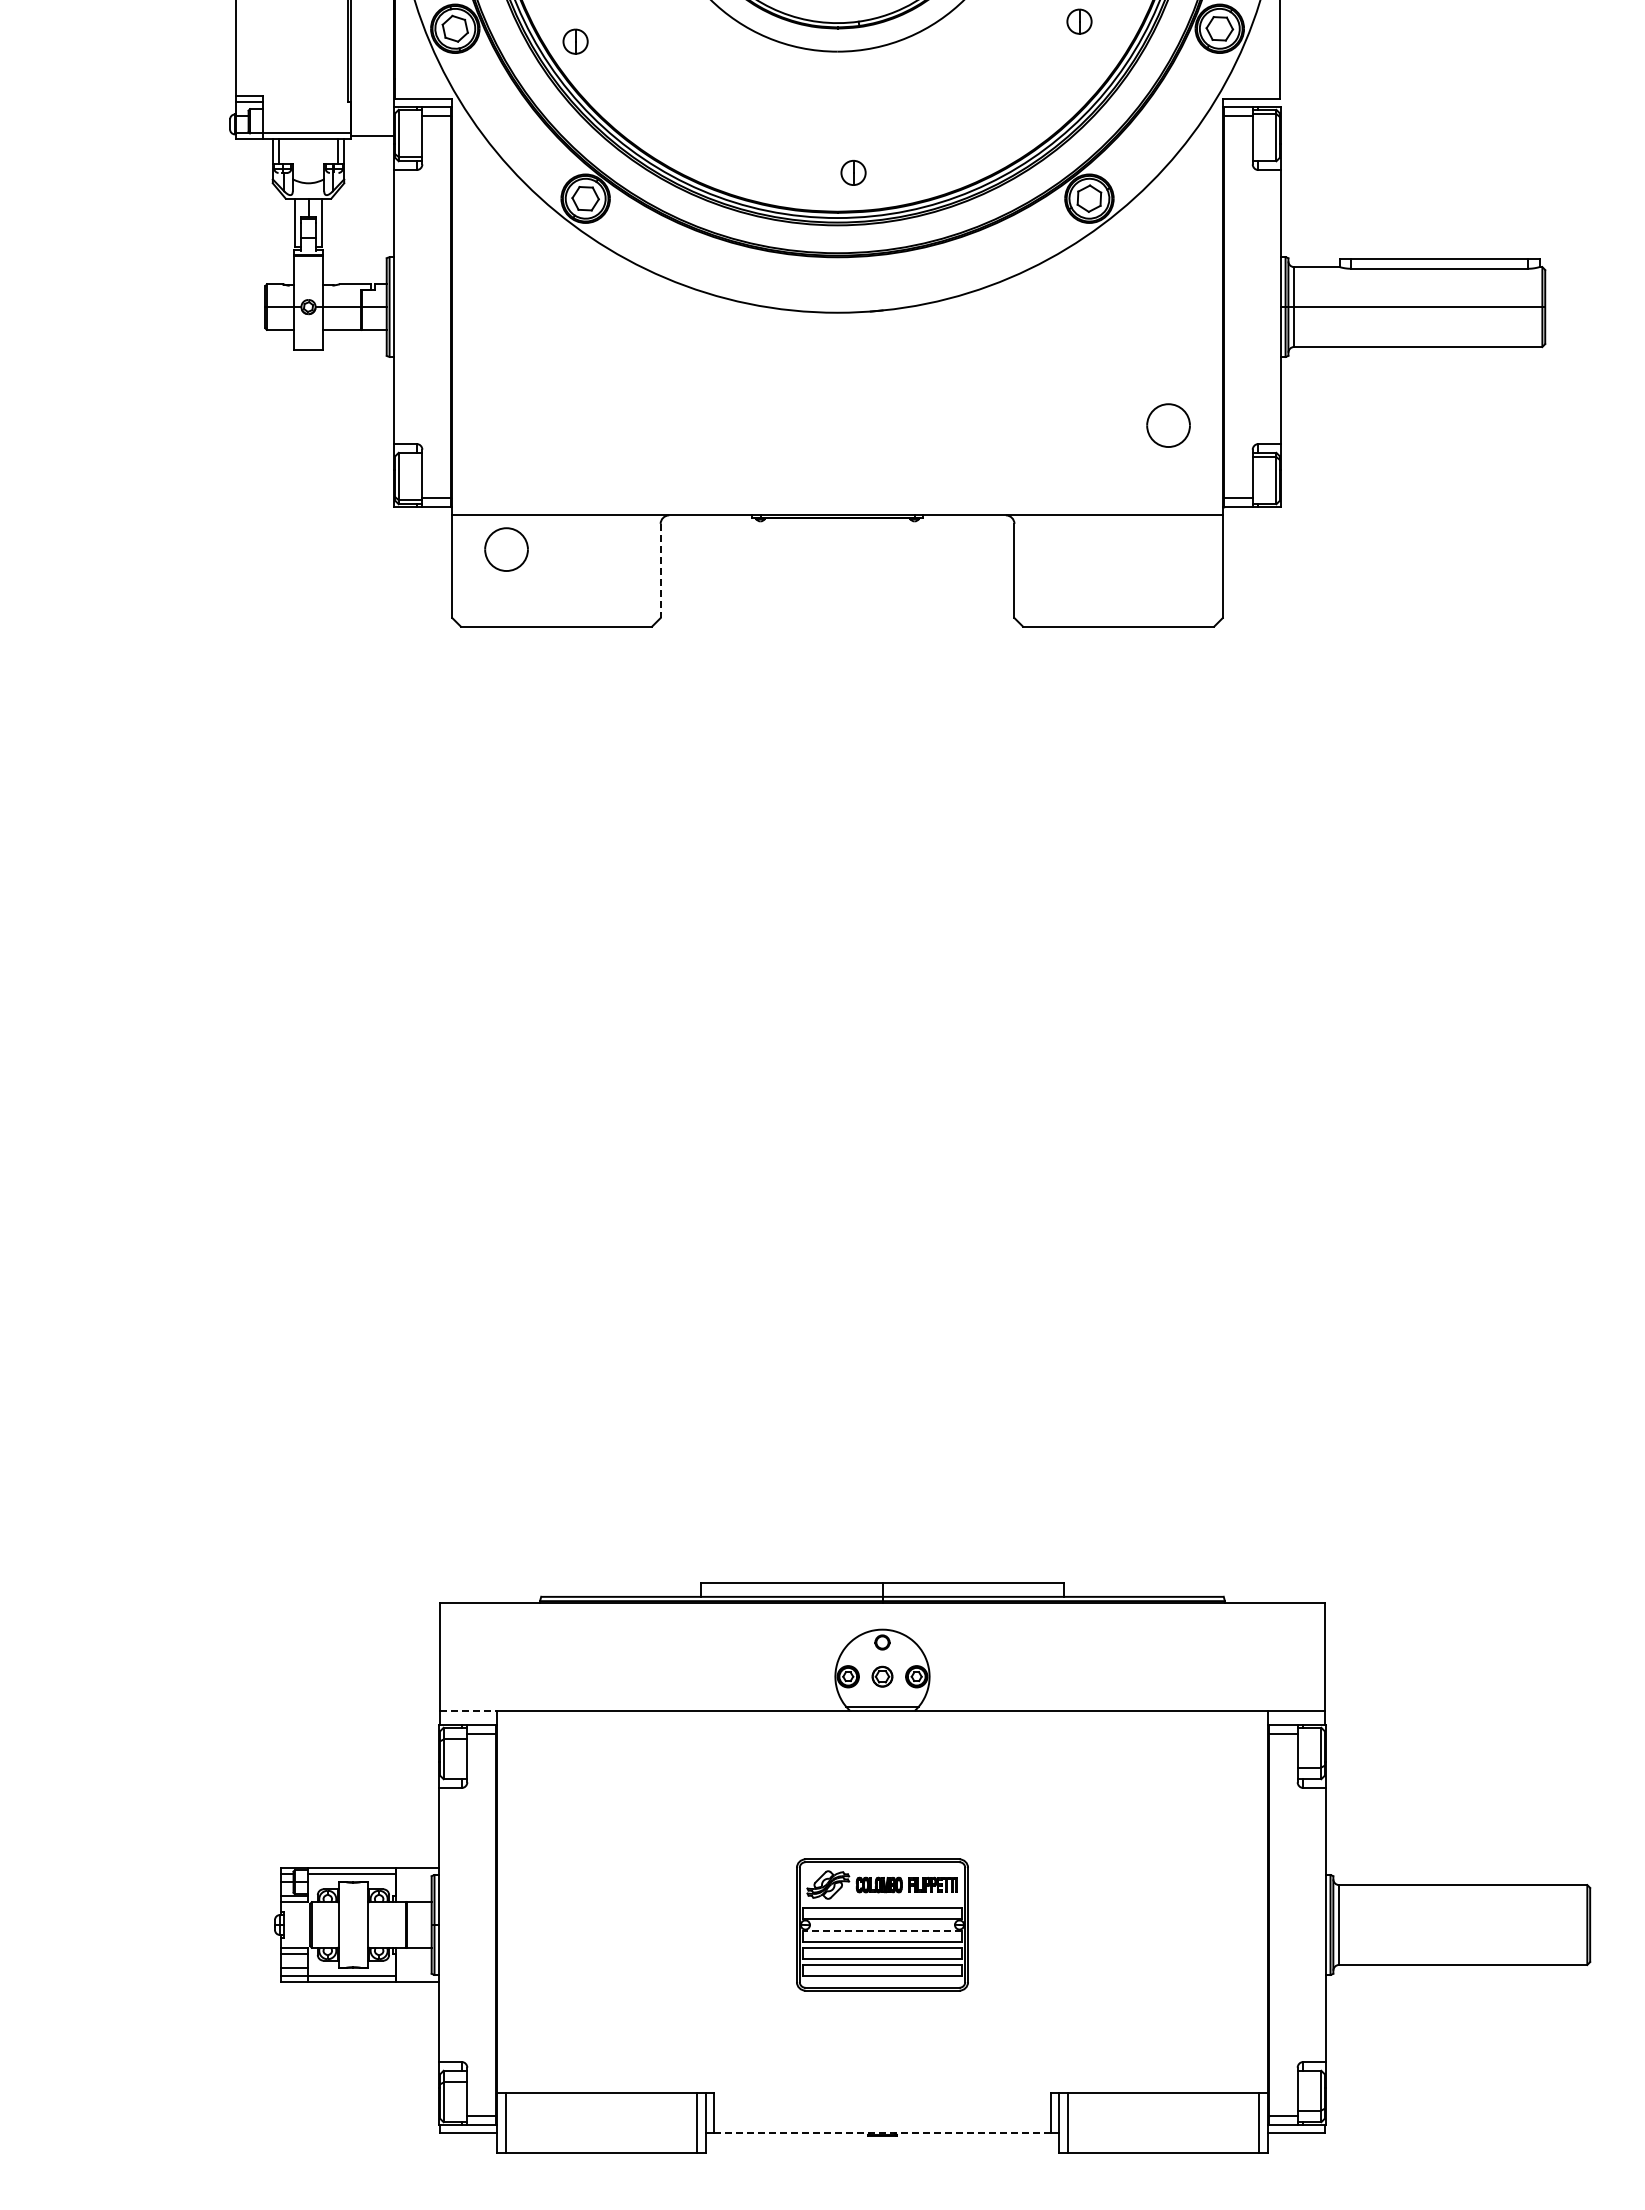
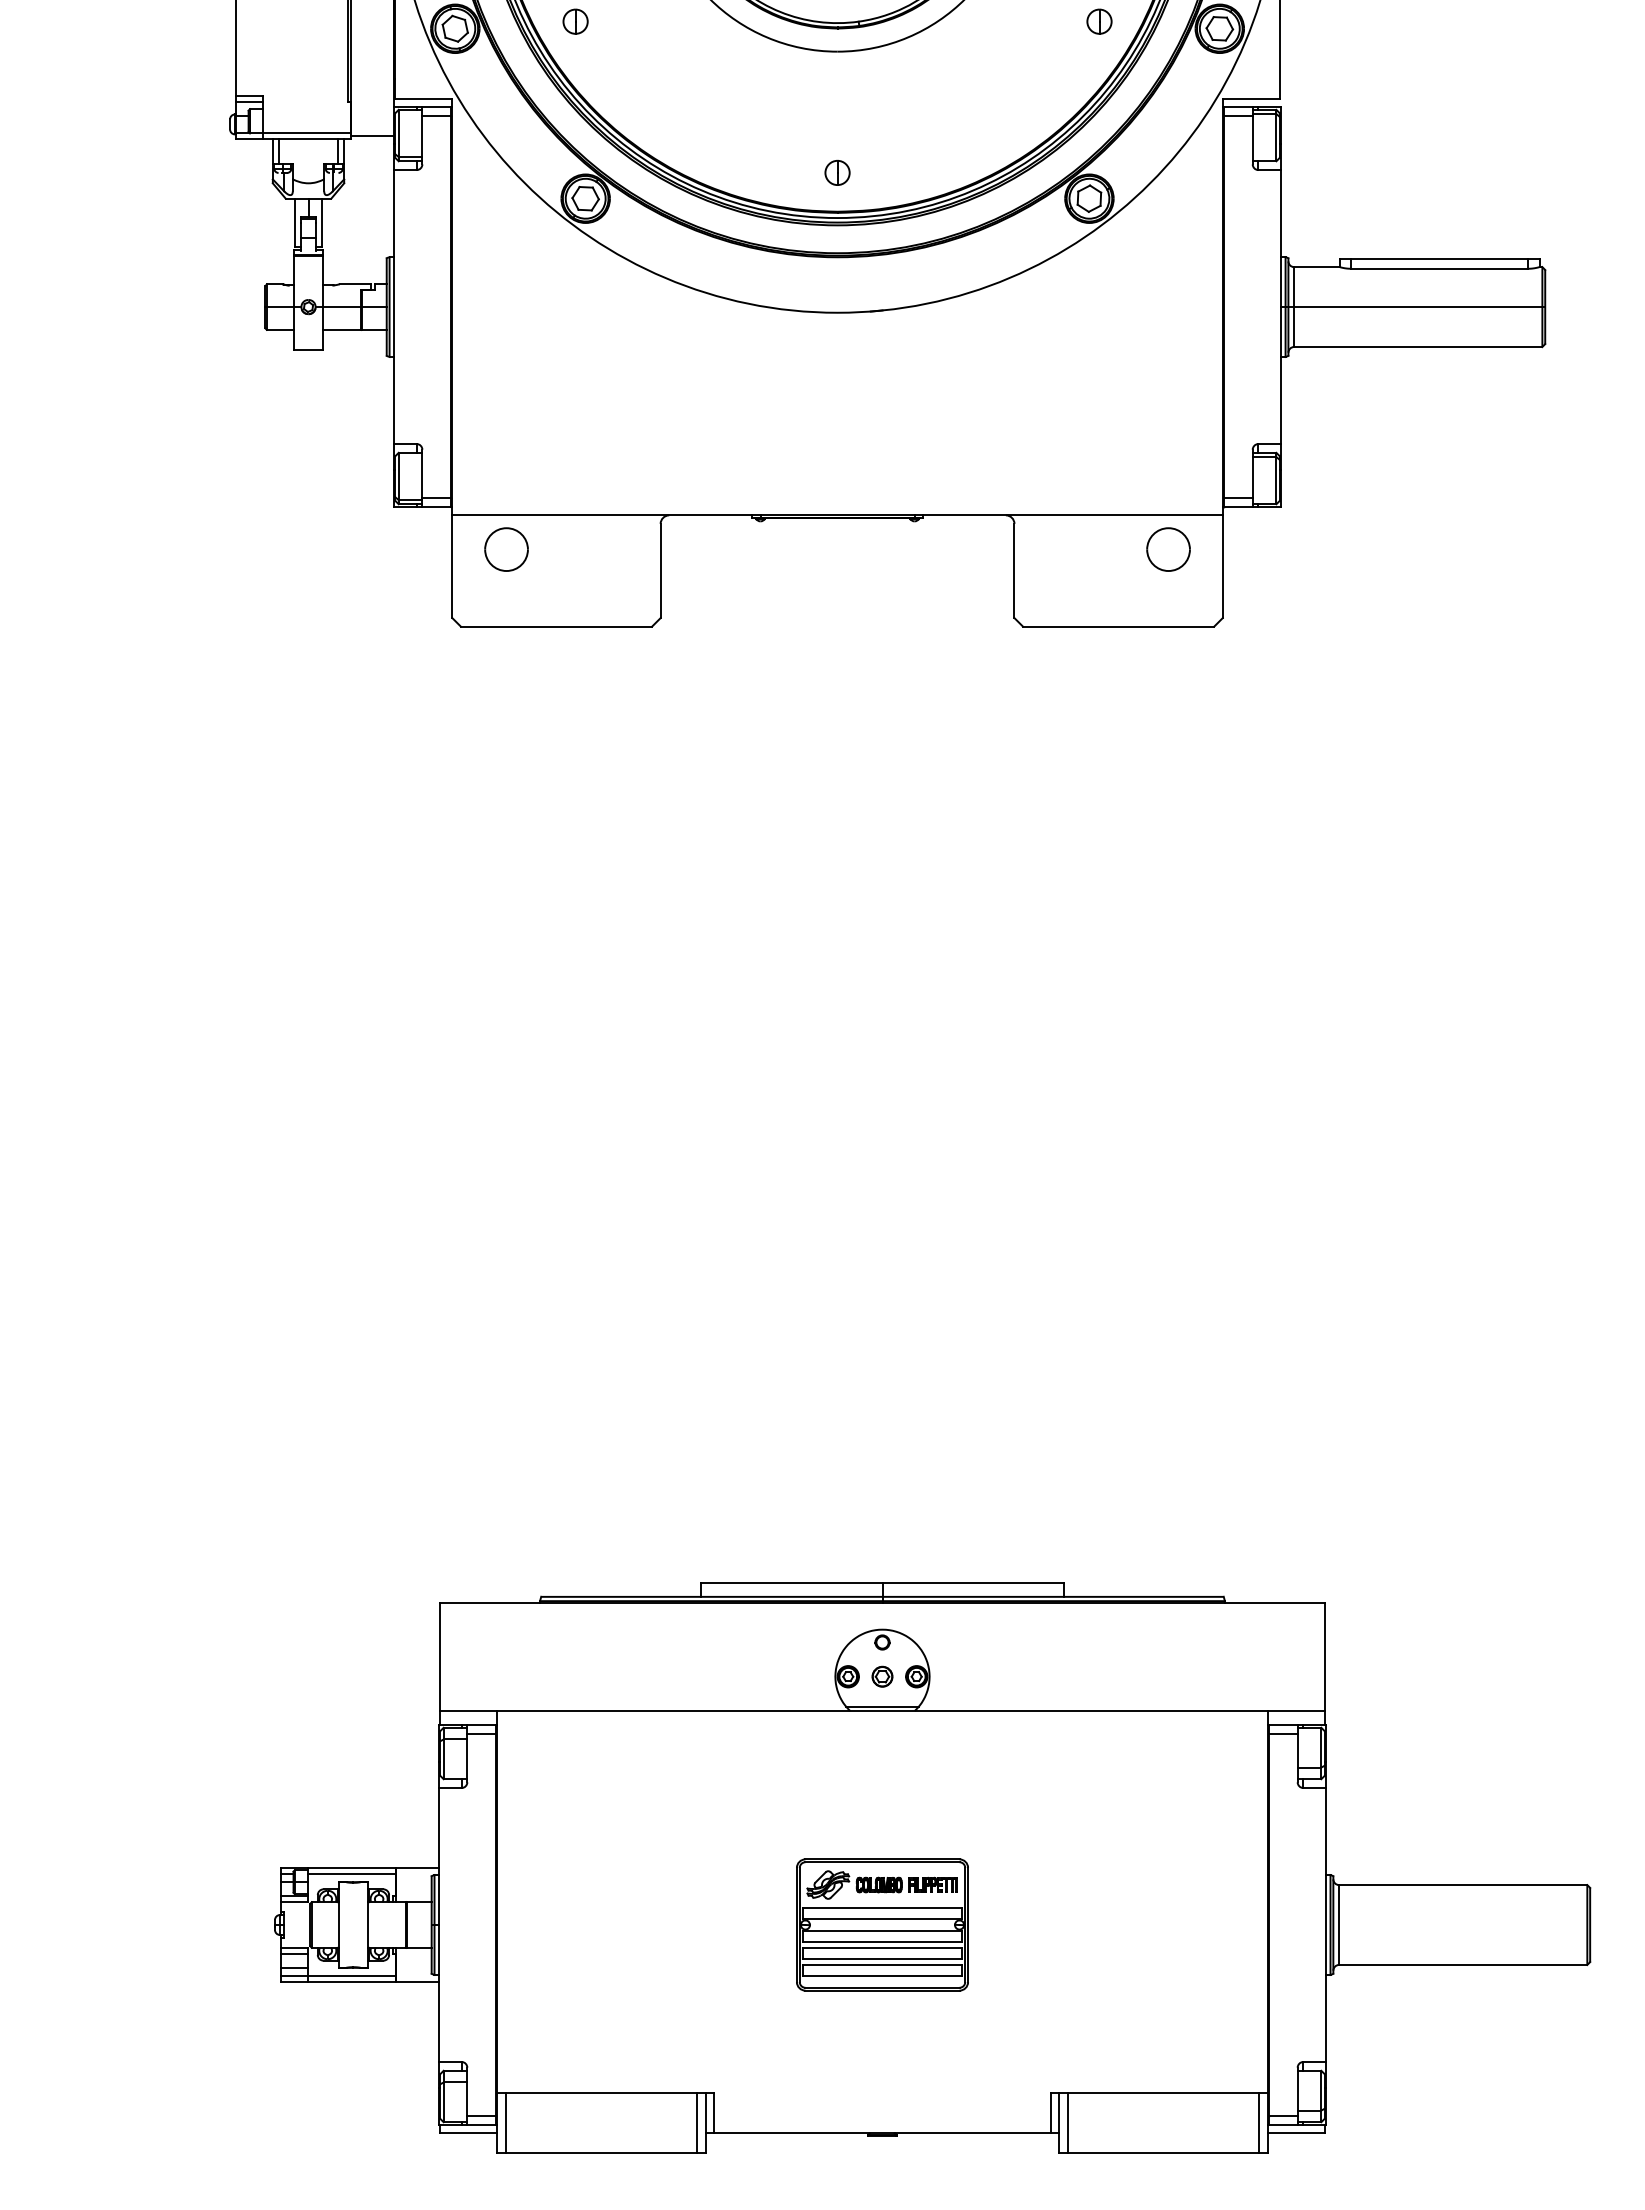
part at (1079, 21) position: (1079, 21) -> (1099, 21)
part at (575, 41) position: (575, 41) -> (575, 21)
part at (853, 172) position: (853, 172) -> (837, 172)
part at (1168, 425) position: (1168, 425) -> (1168, 549)
line at (660, 571): dashed -> solid
line at (468, 1711): dashed -> solid
line at (882, 1930): dashed -> solid
line at (883, 2133): dashed -> solid
